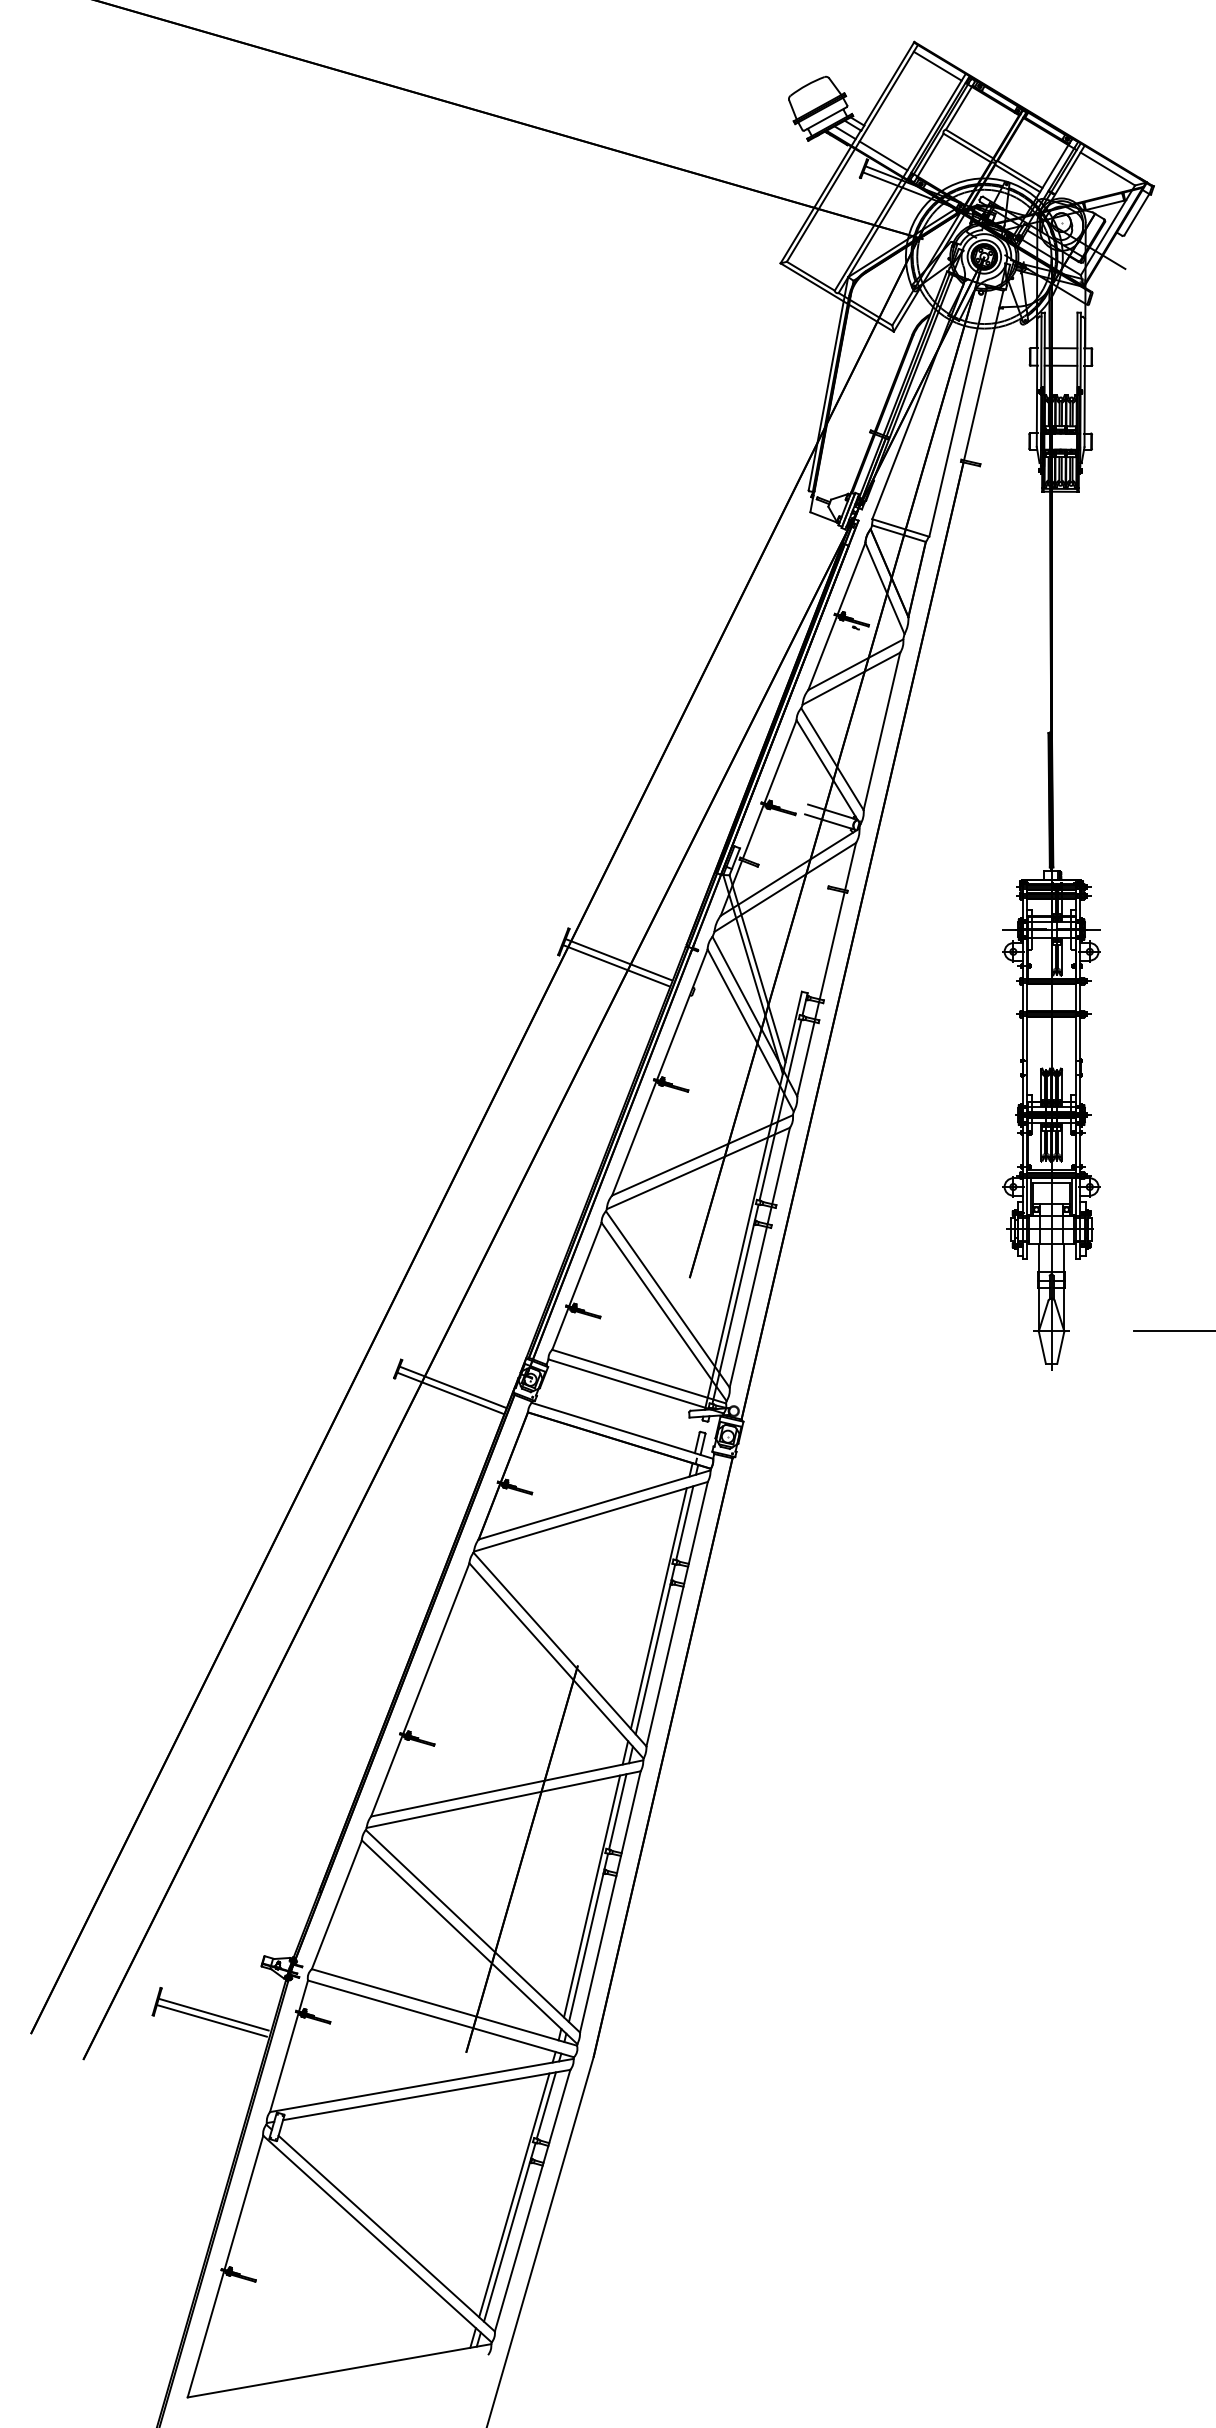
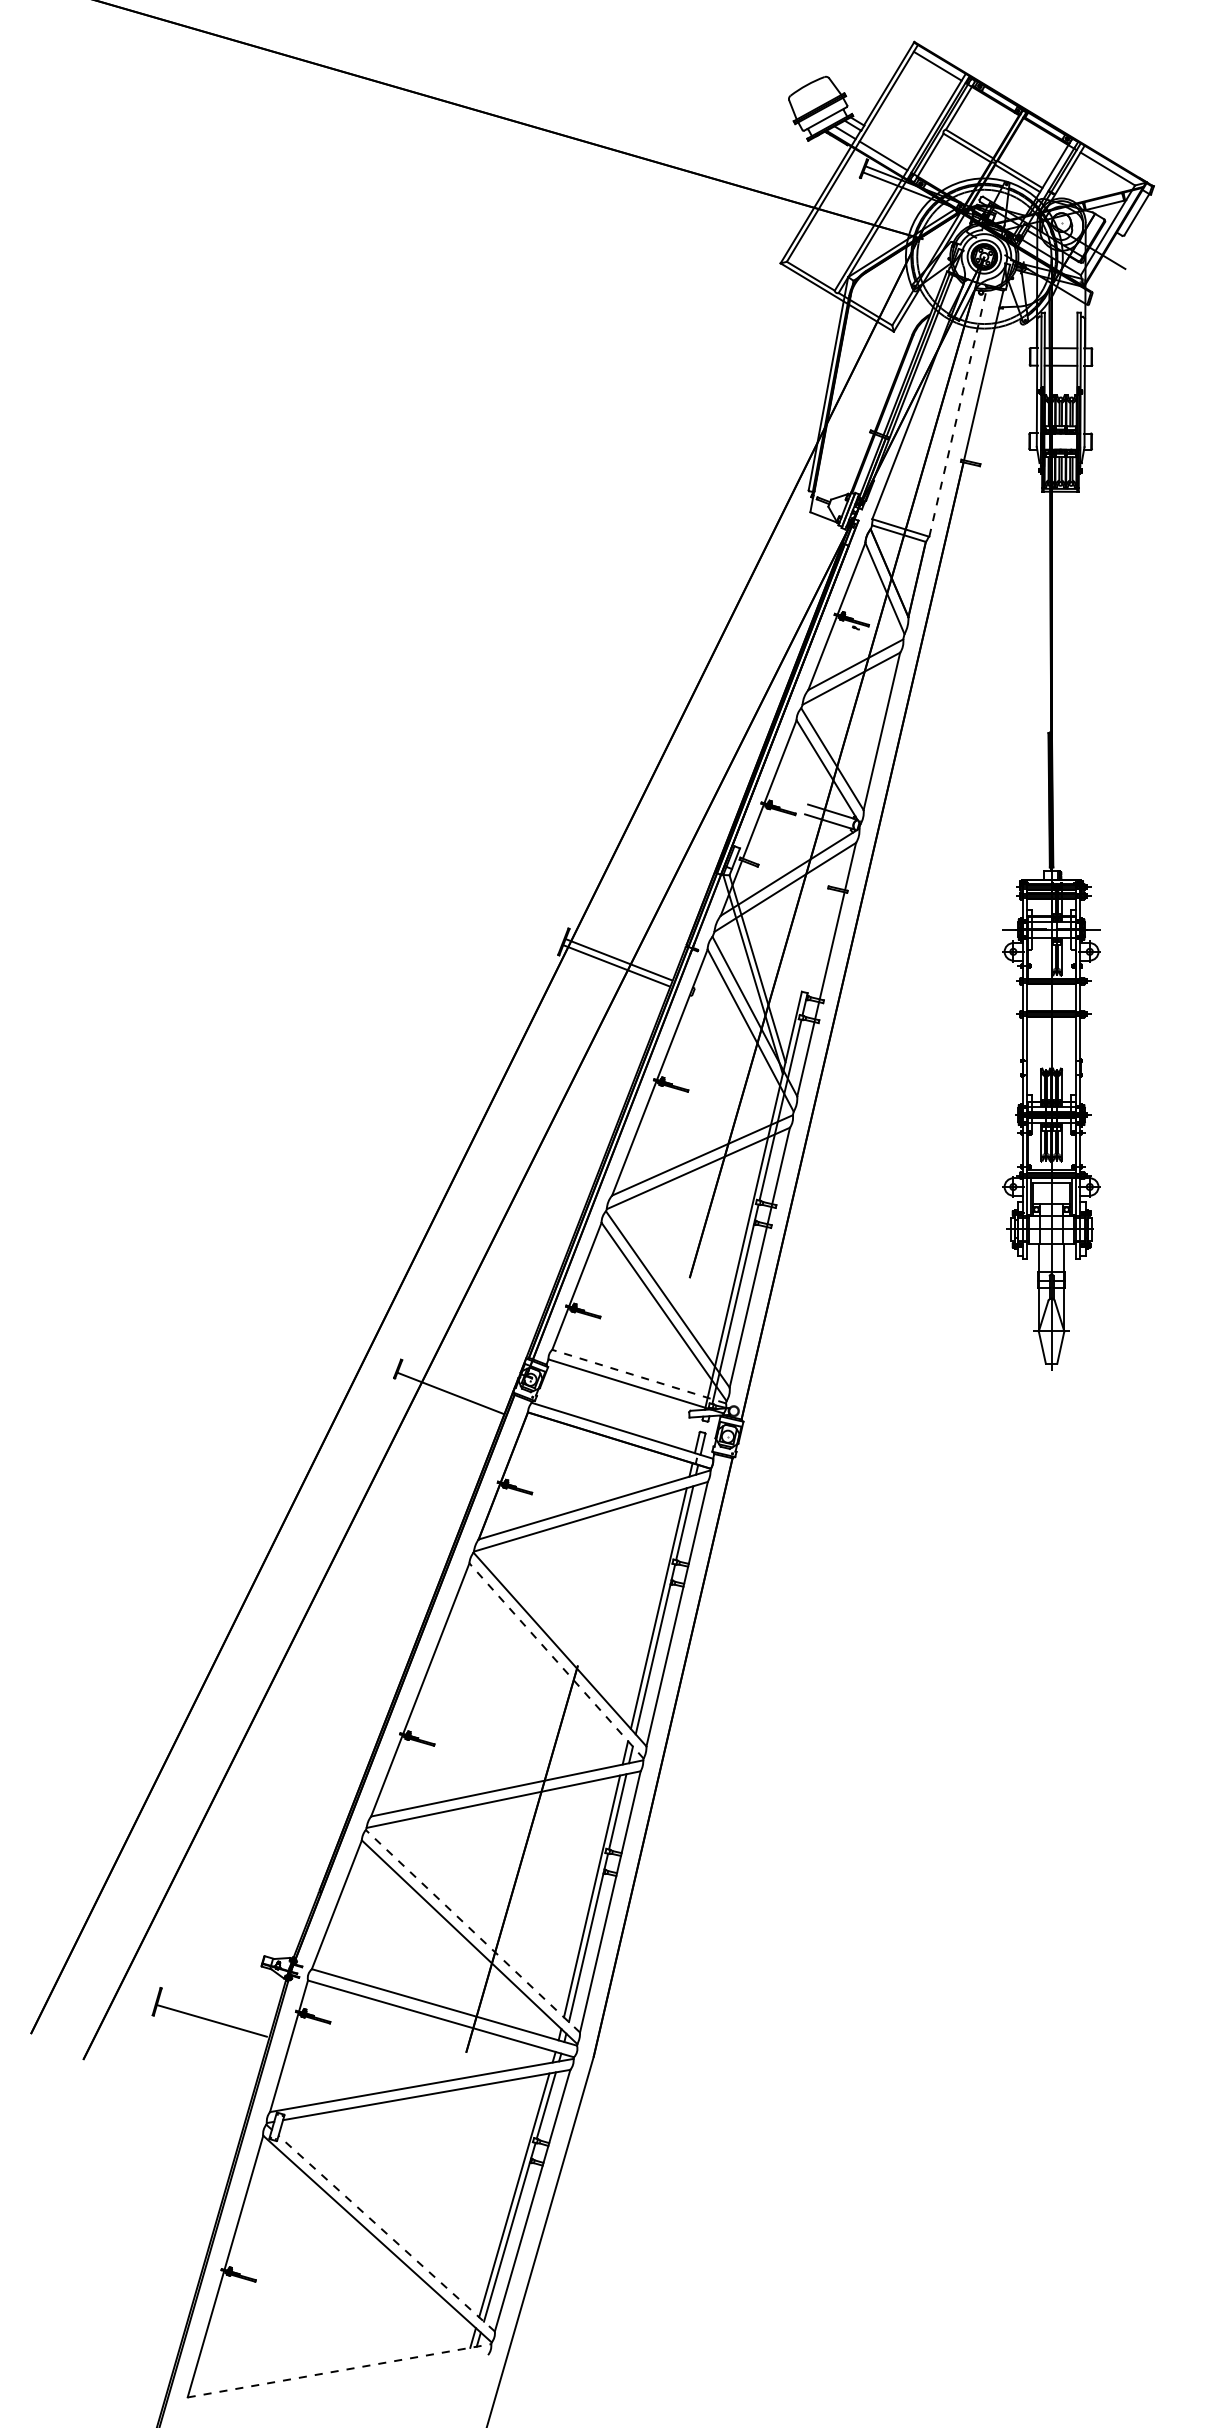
line at (958, 412): solid -> dashed
line at (1173, 1331): present -> none
line at (639, 1376): solid -> dashed
line at (452, 1387): present -> none
line at (556, 1661): solid -> dashed
line at (472, 1930): solid -> dashed
line at (213, 2014): present -> none
line at (386, 2233): solid -> dashed
line at (339, 2370): solid -> dashed
